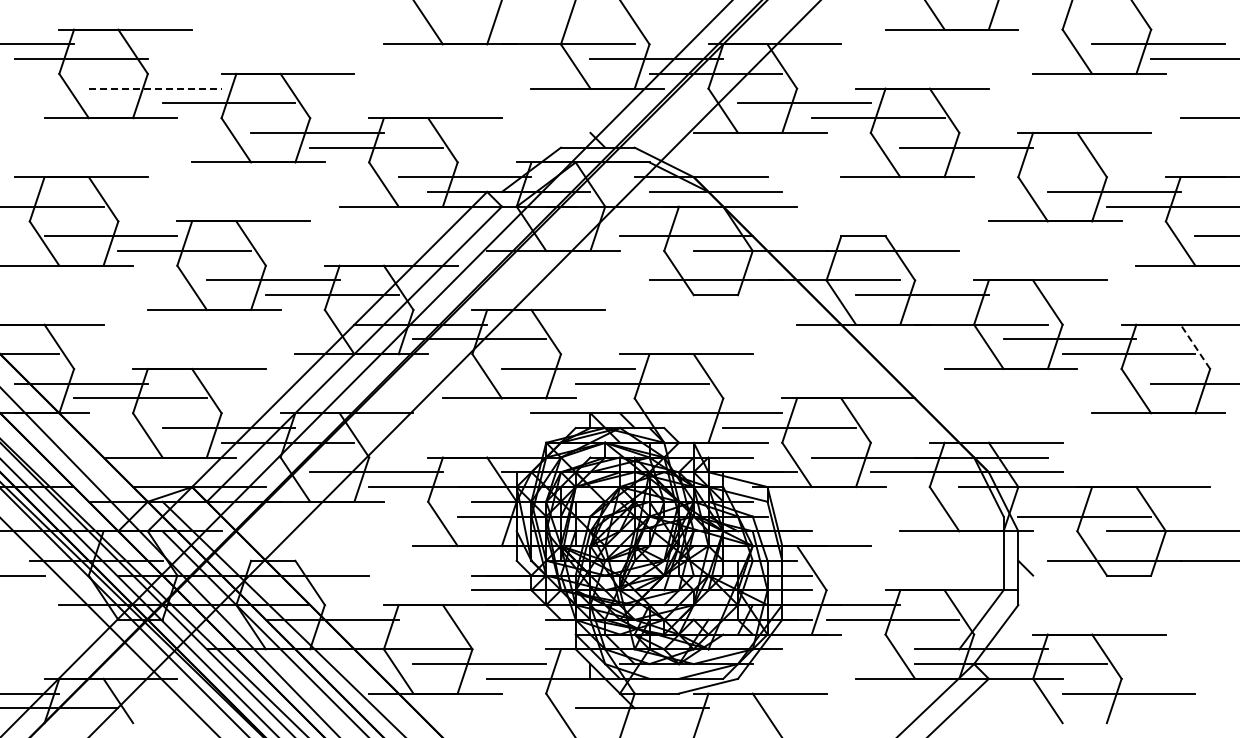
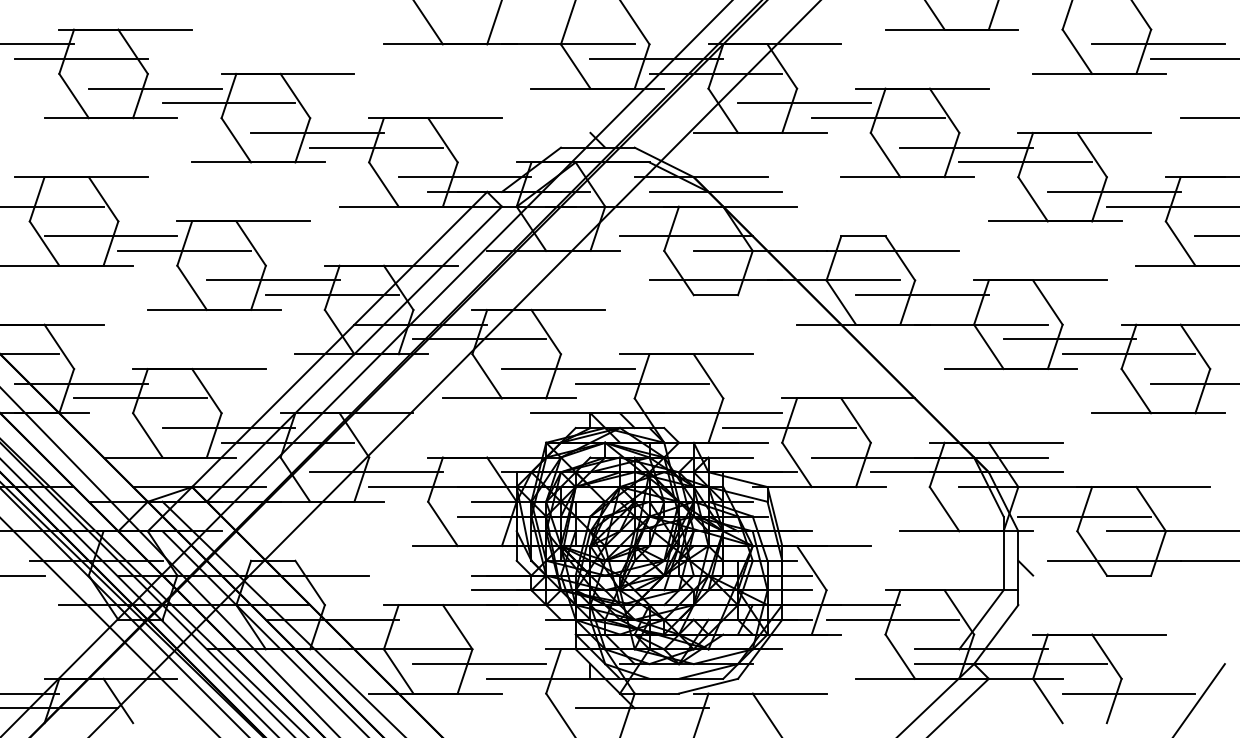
line at (155, 88): dashed -> solid
line at (1025, 162): none -> present
line at (1195, 346): dashed -> solid
line at (1199, 699): none -> present
